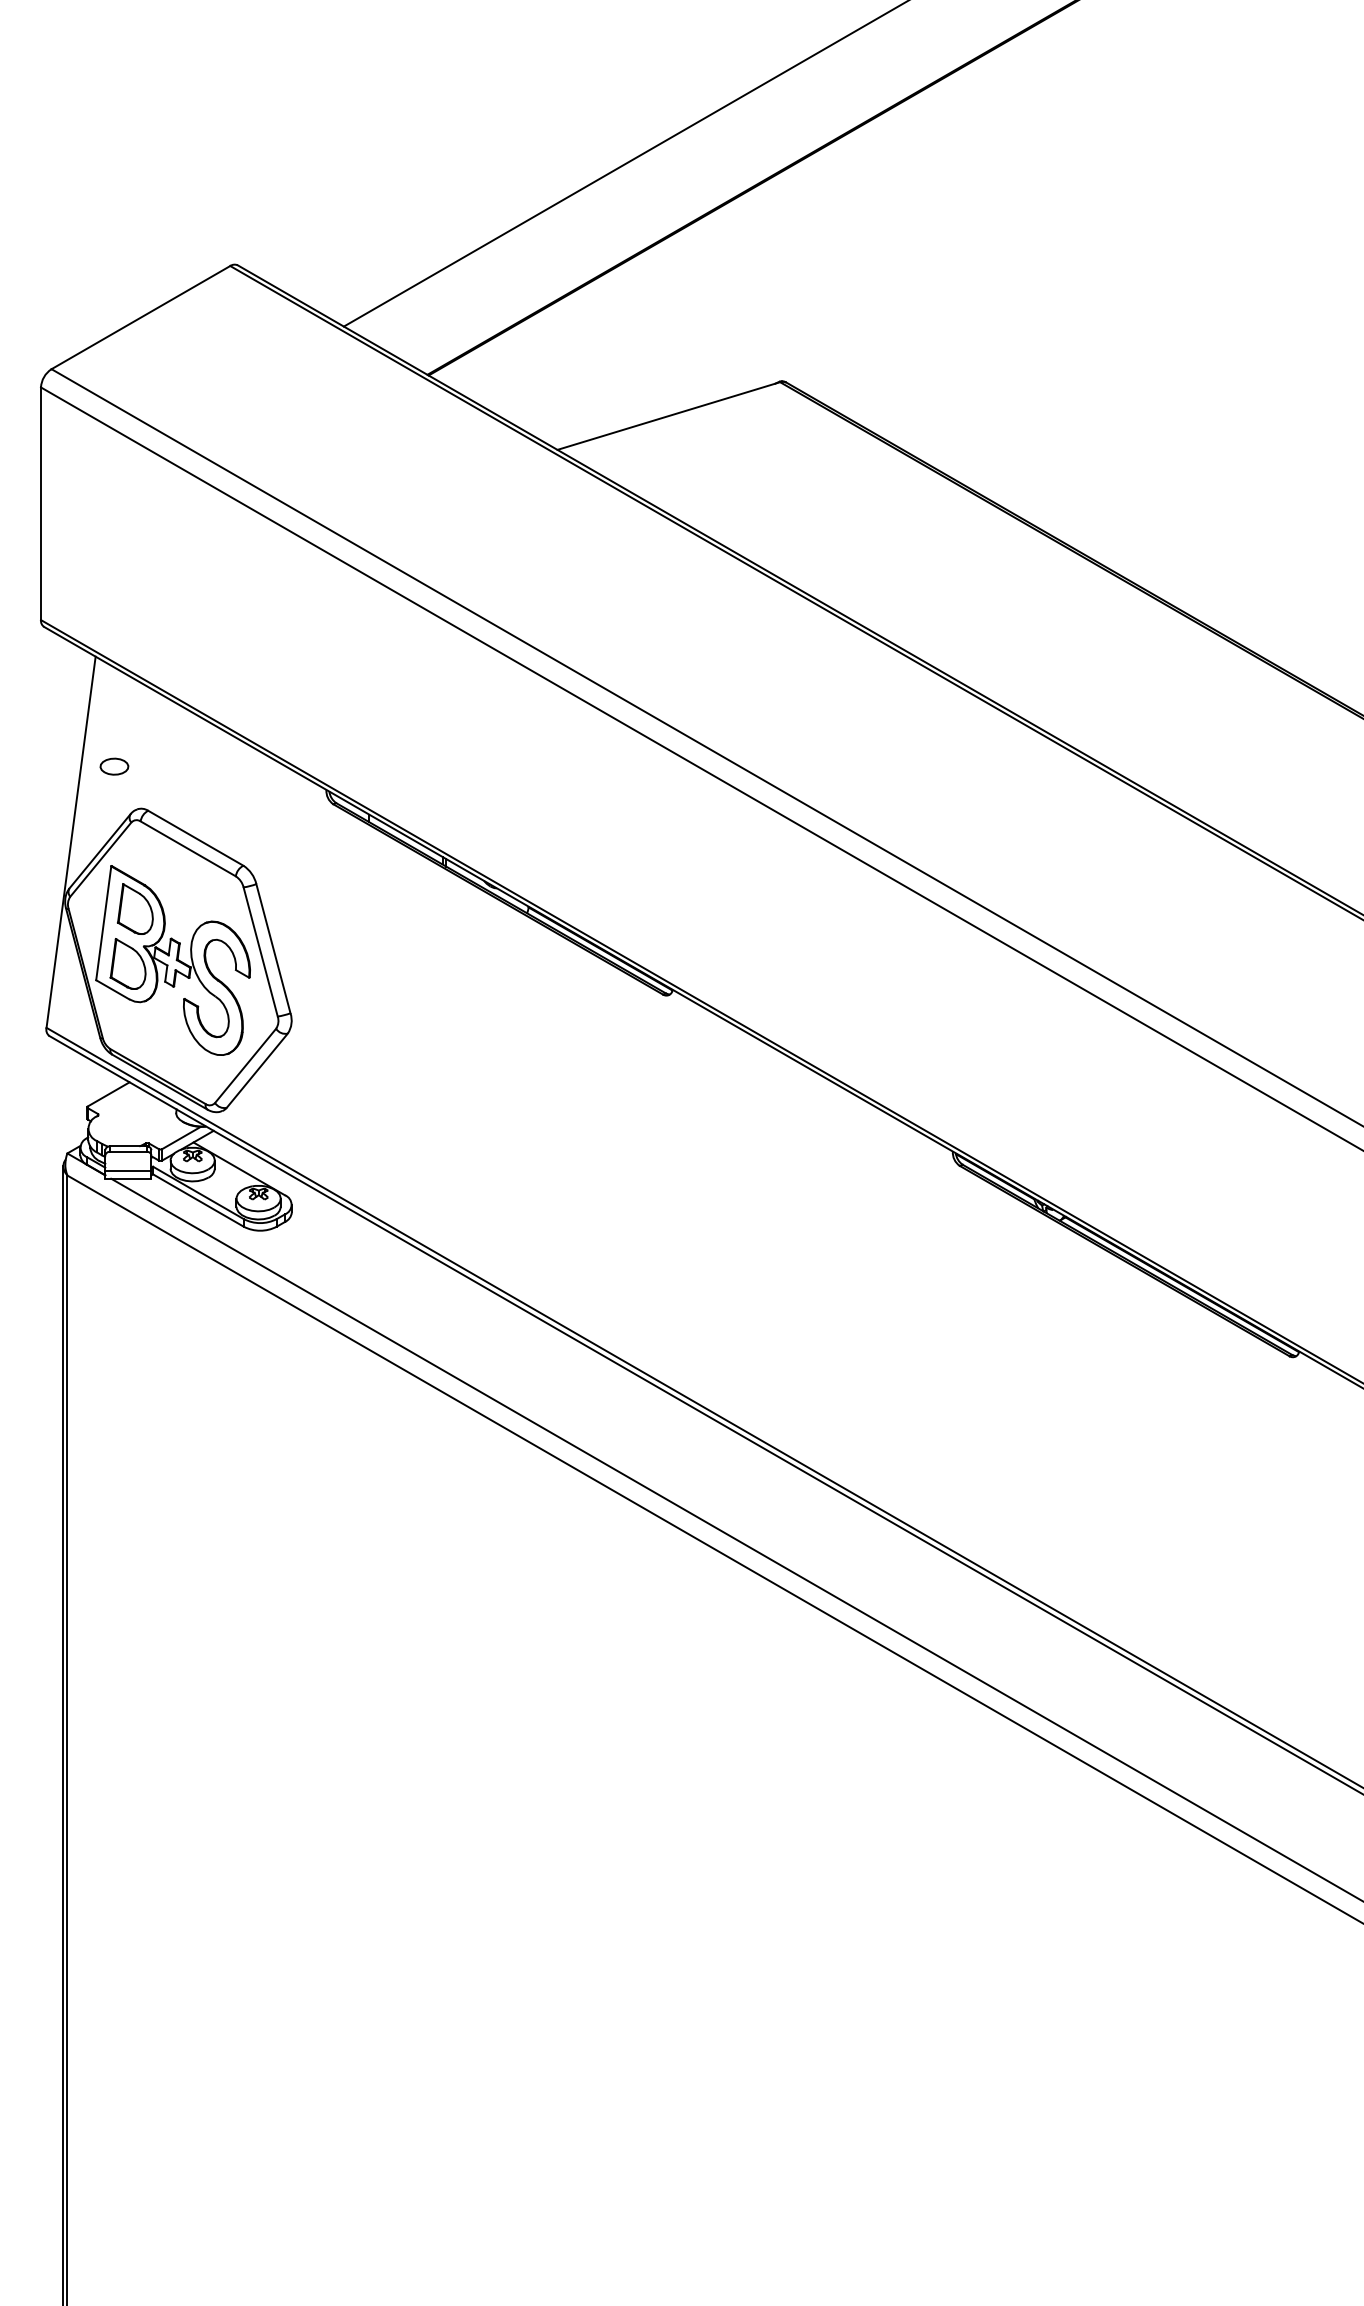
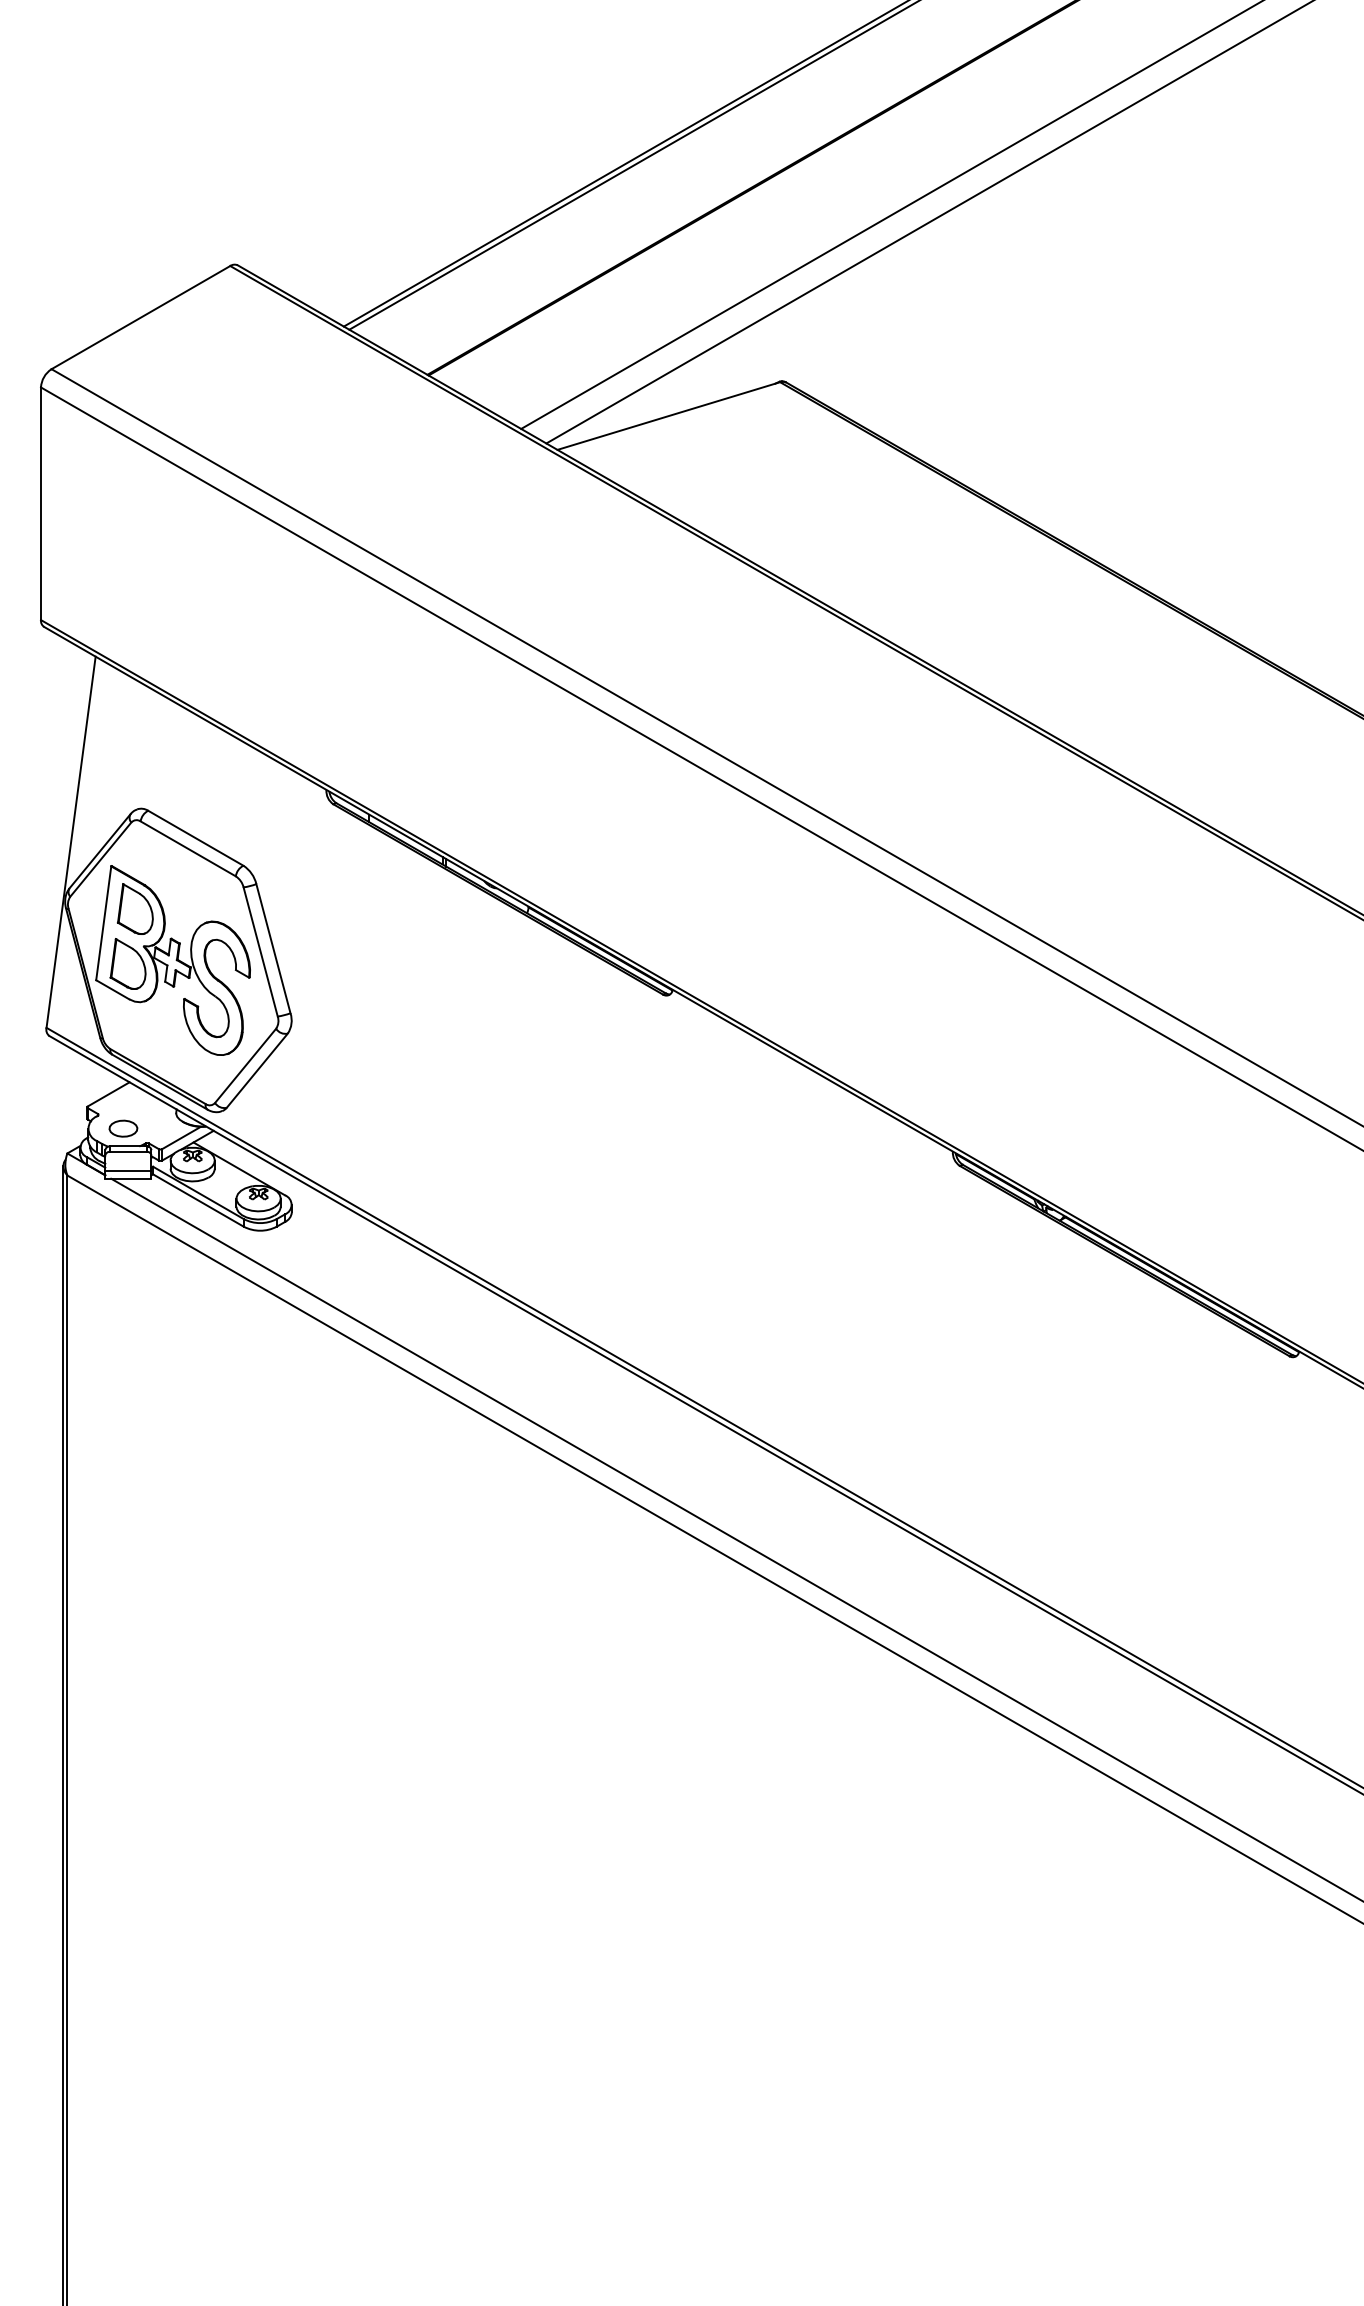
line at (632, 165): none -> present
line at (890, 215): none -> present
line at (928, 222): none -> present
part at (114, 766) position: (114, 766) -> (123, 1128)
